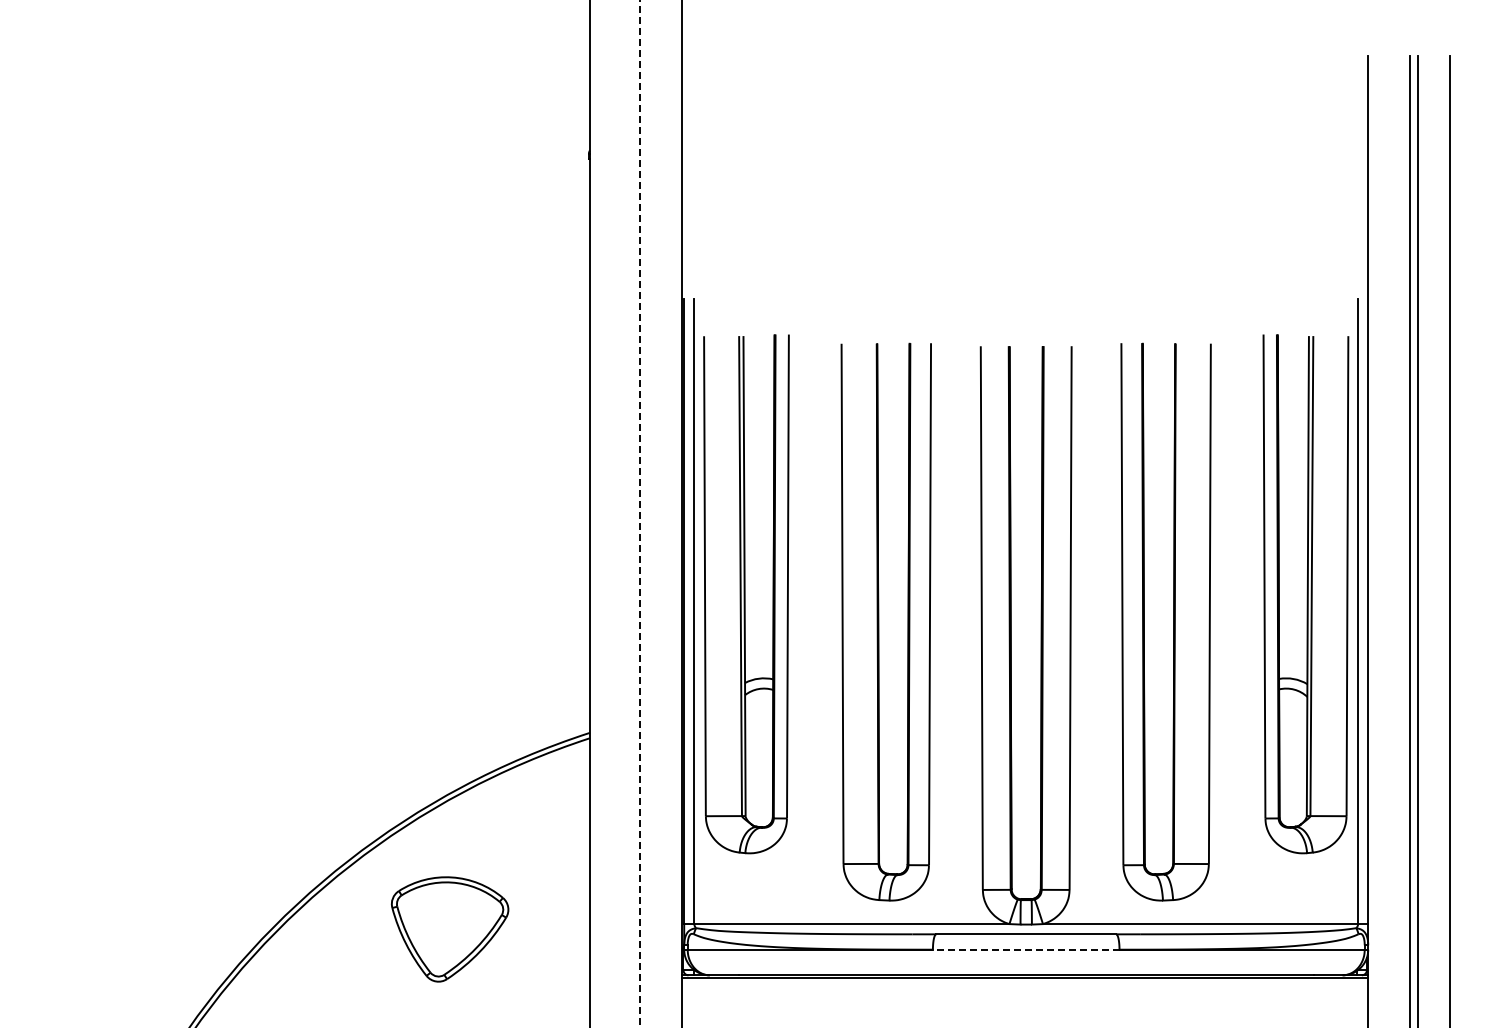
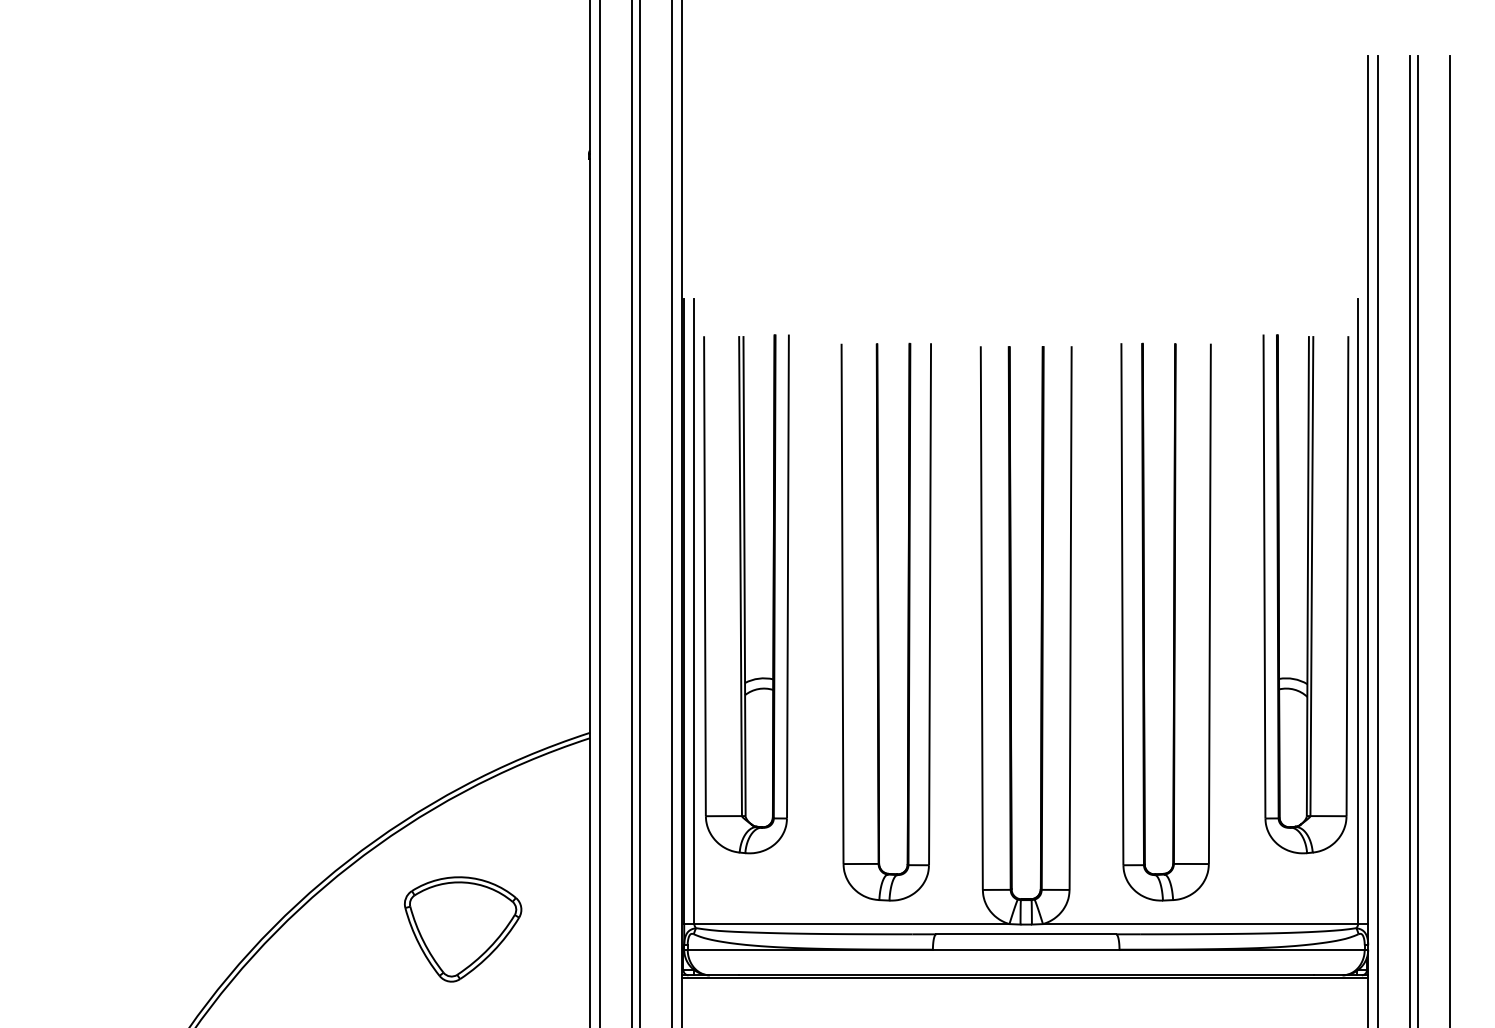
line at (600, 513): none -> present
line at (631, 513): none -> present
line at (671, 513): none -> present
line at (640, 514): dashed -> solid
line at (1378, 540): none -> present
part at (450, 929) position: (450, 929) -> (463, 929)
line at (1025, 949): dashed -> solid
